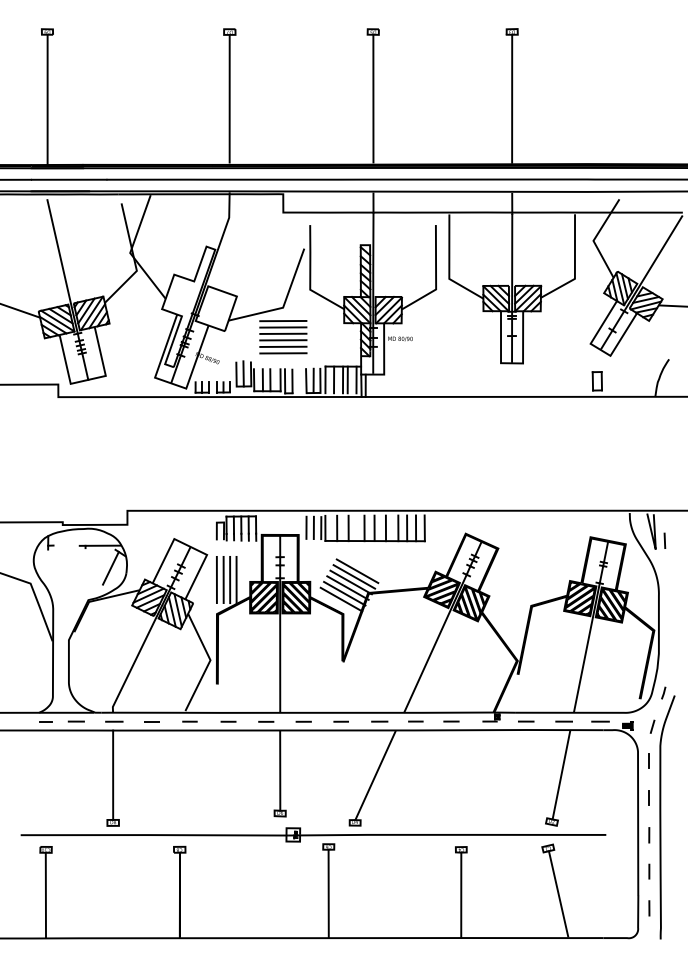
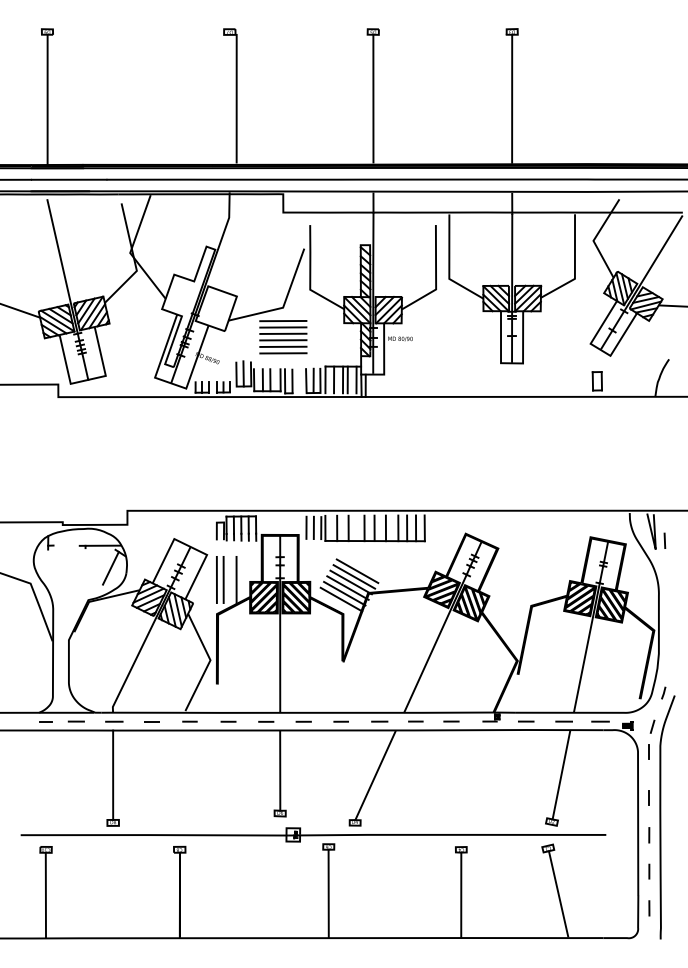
line at (229, 98) position: (229, 98) -> (236, 98)
line at (230, 579): present -> none
line at (648, 760) position: (648, 760) -> (648, 751)
